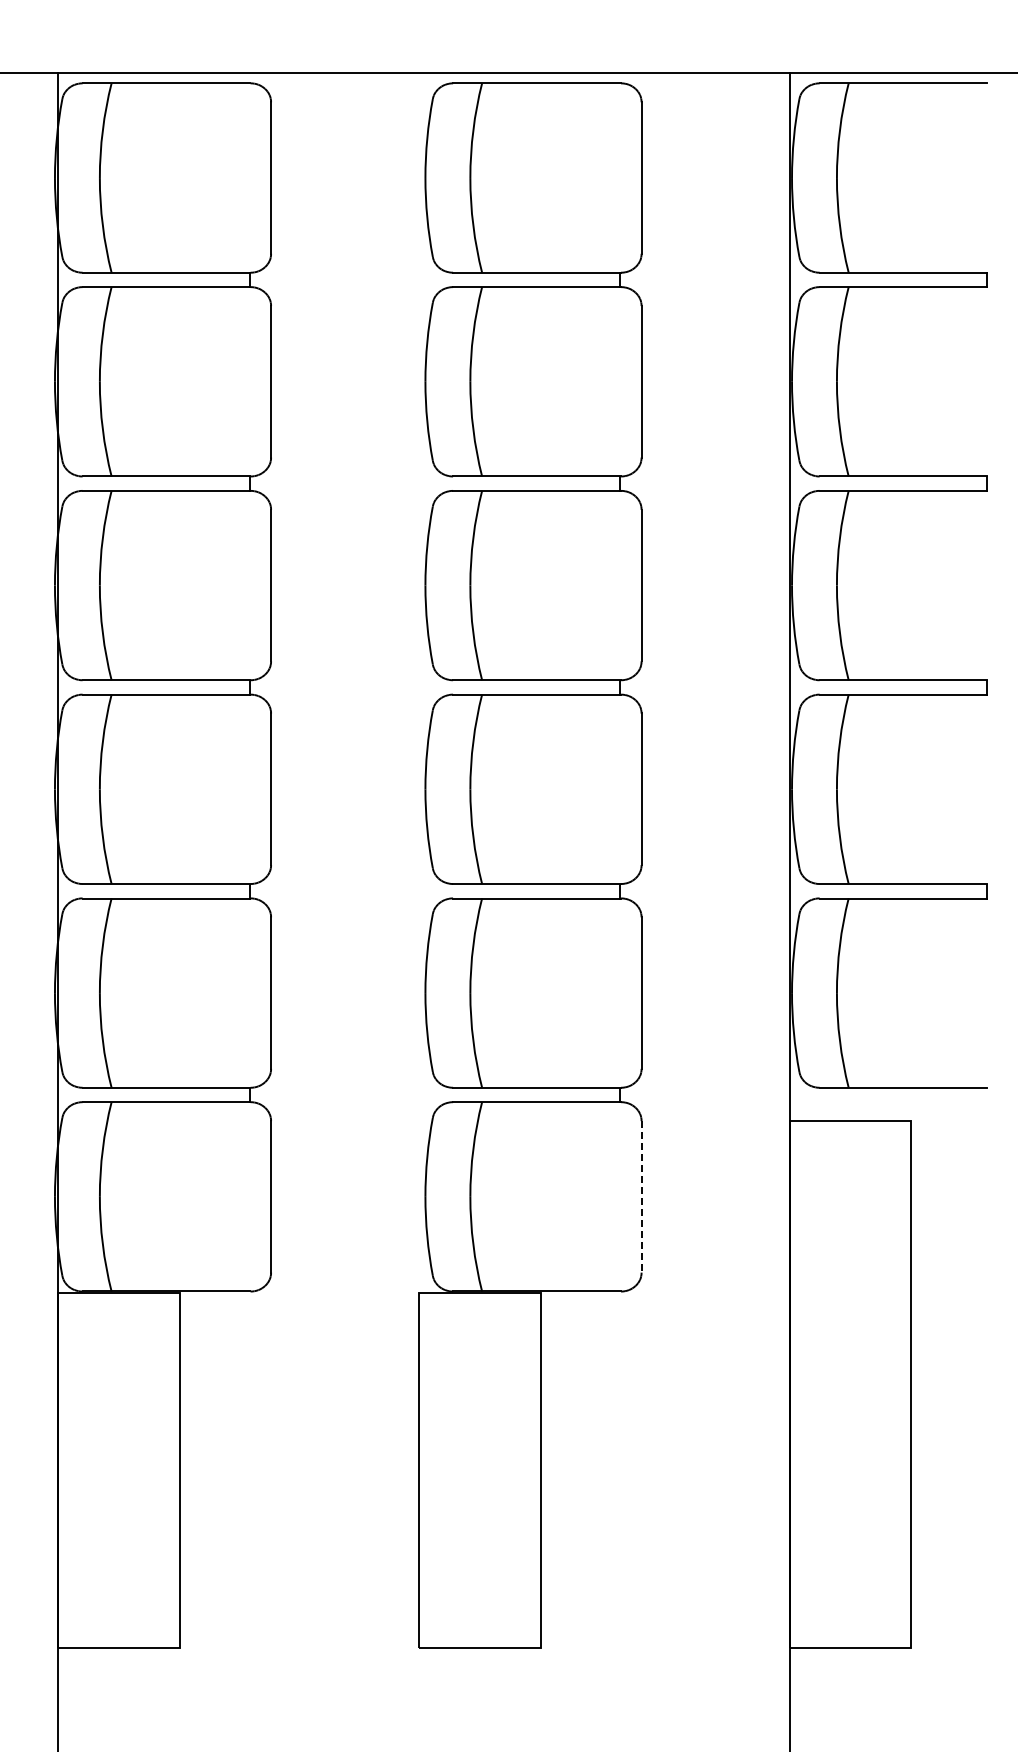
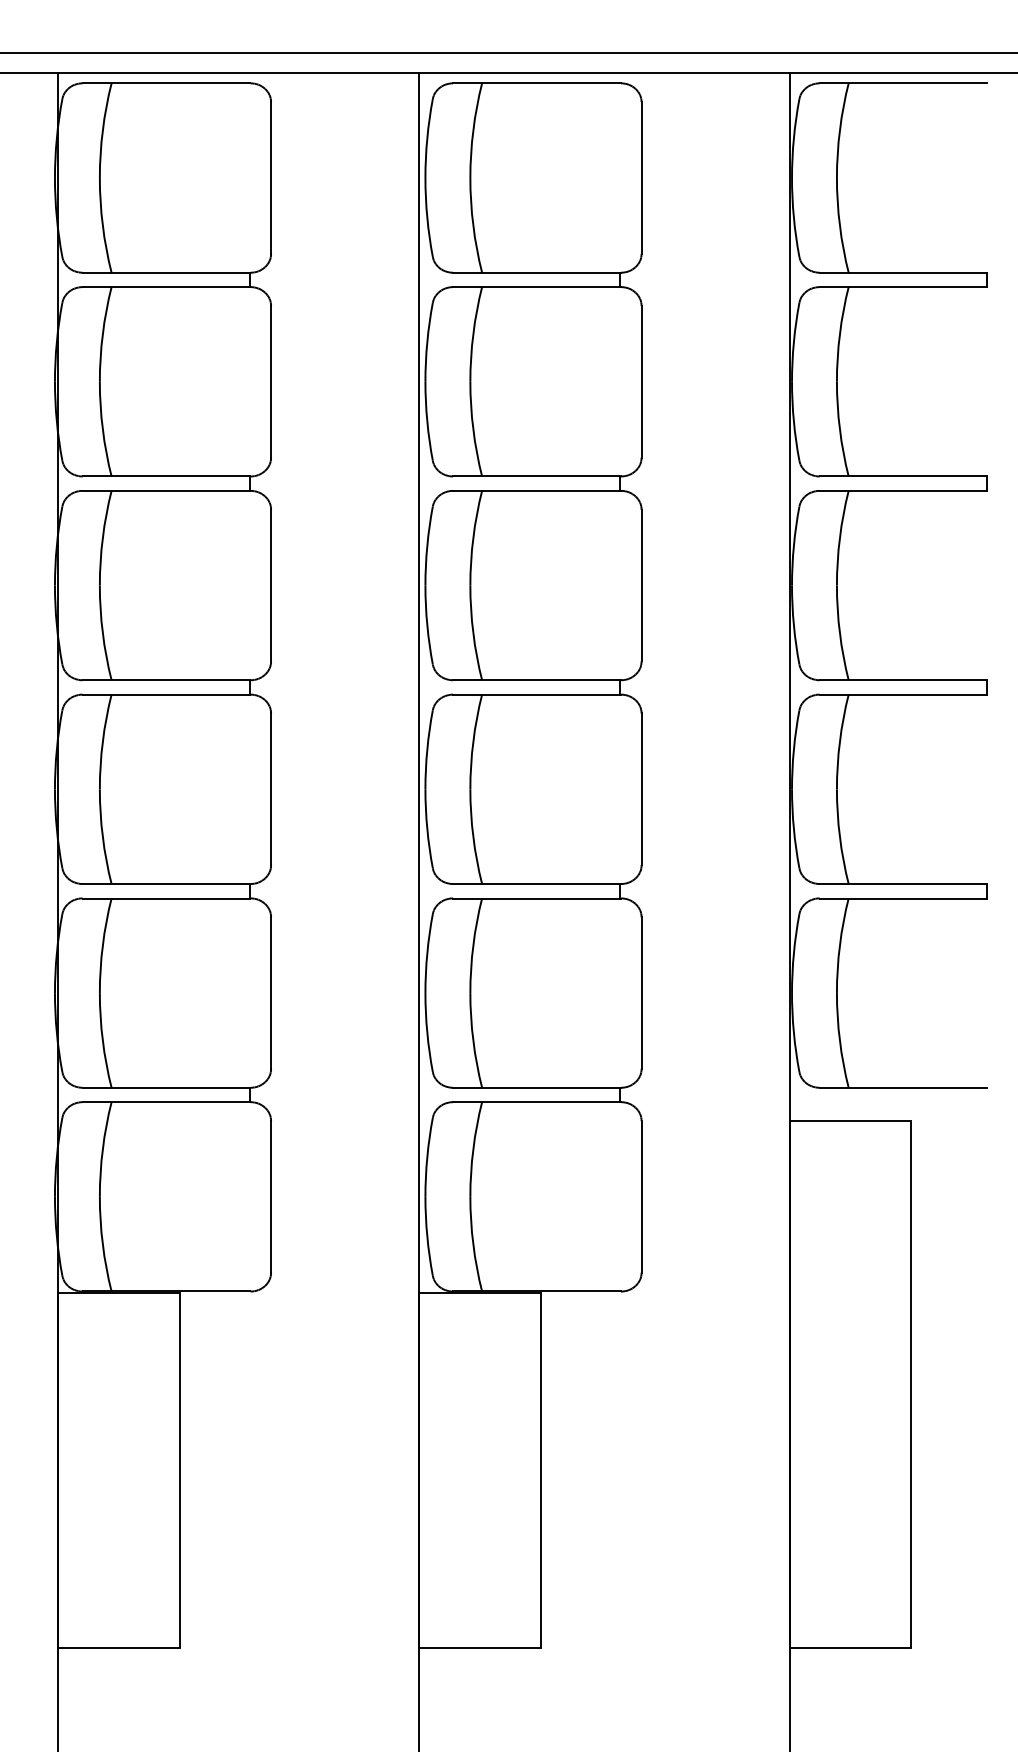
line at (508, 52): none -> present
line at (419, 910): none -> present
line at (641, 1196): dashed -> solid
